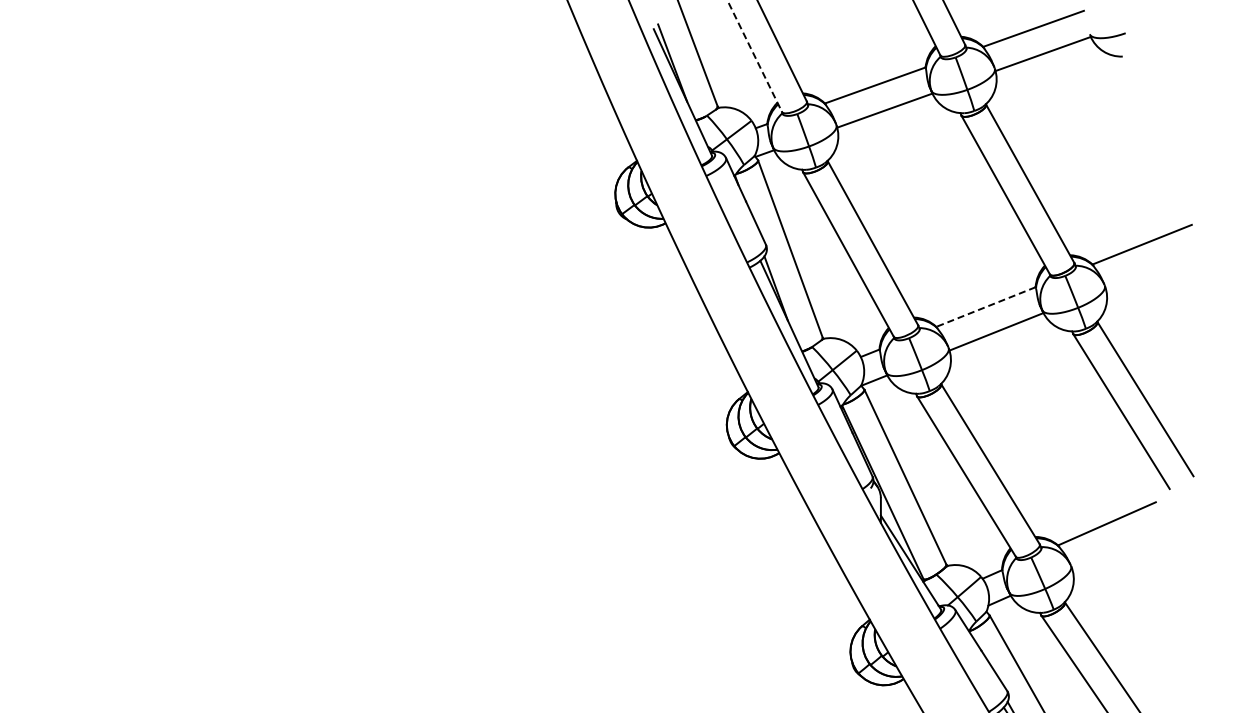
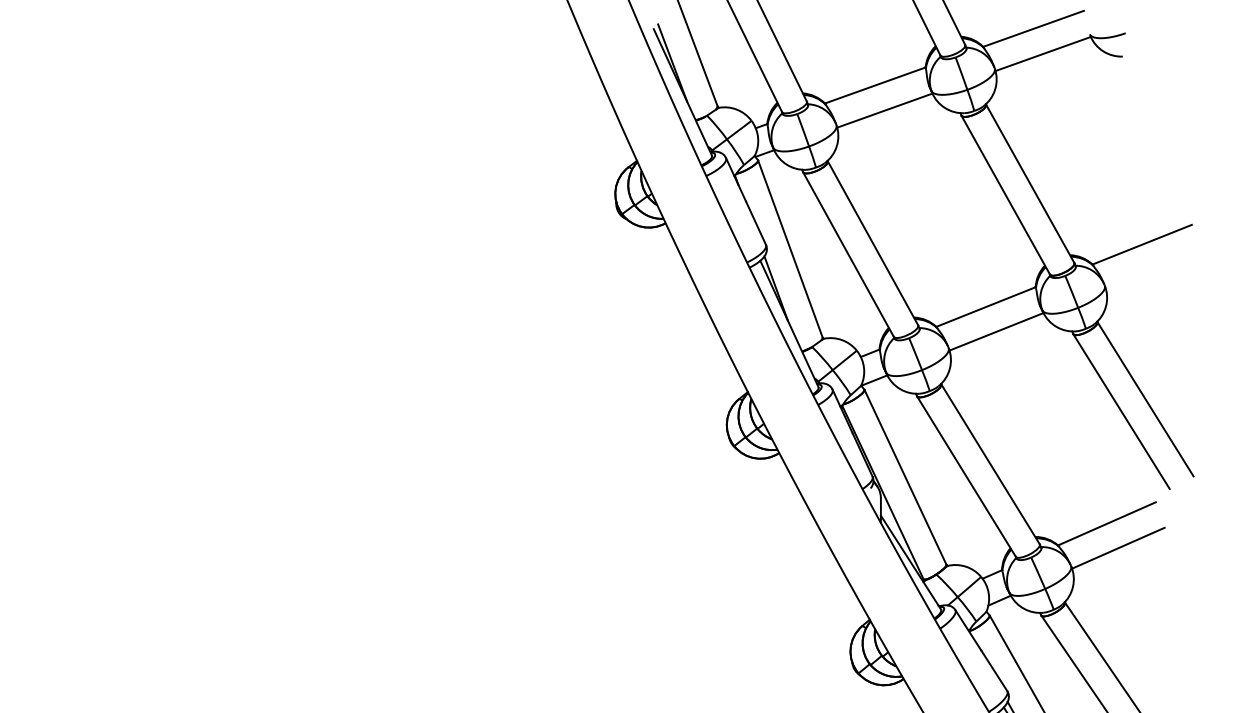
line at (754, 56): dashed -> solid
line at (985, 307): dashed -> solid
line at (1118, 547): none -> present
